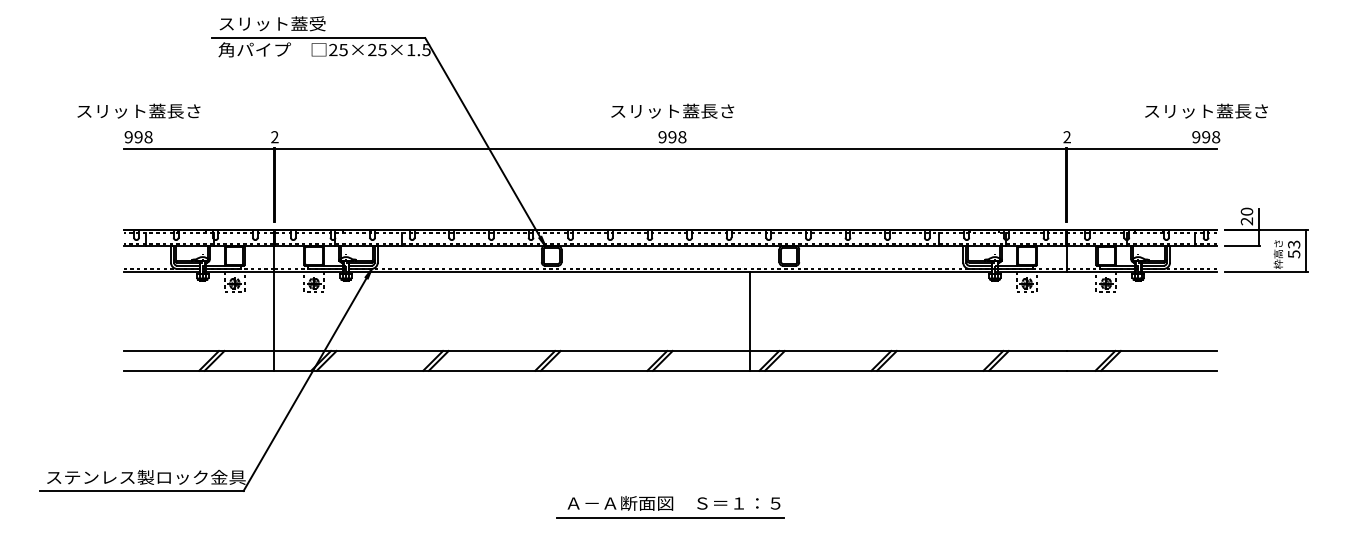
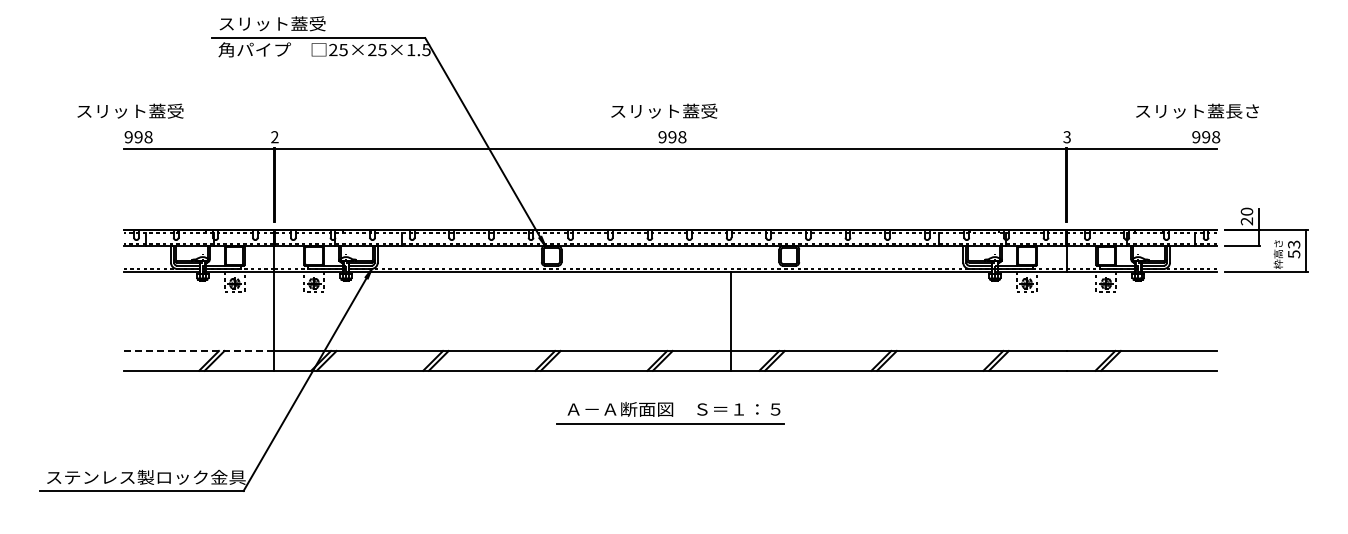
text at (183, 110): スリット蓋長さ -> スリット蓋受
text at (717, 110): スリット蓋長さ -> スリット蓋受
text at (1206, 110) position: (1206, 110) -> (1197, 110)
text at (1066, 137): 2 -> 3
line at (749, 320) position: (749, 320) -> (730, 320)
line at (199, 350): solid -> dashed
part at (670, 507) position: (670, 507) -> (670, 413)
